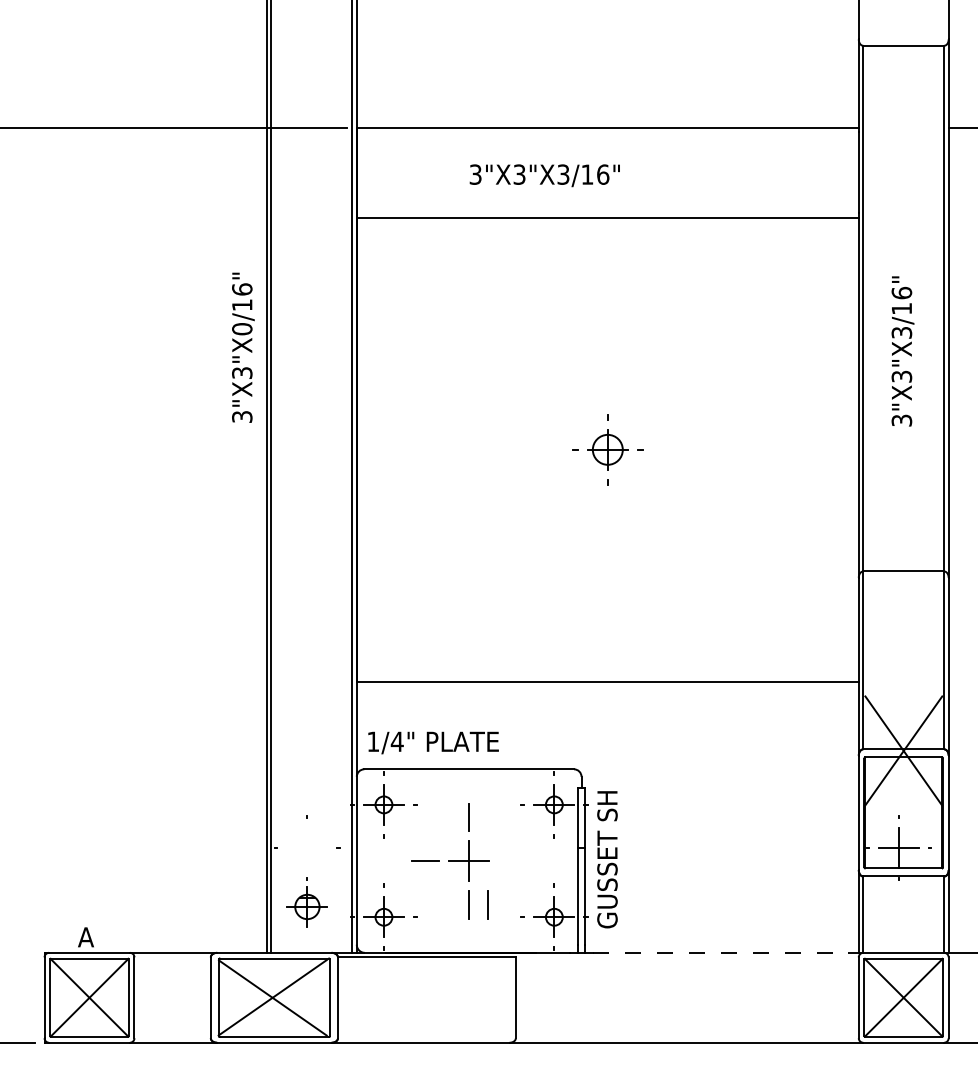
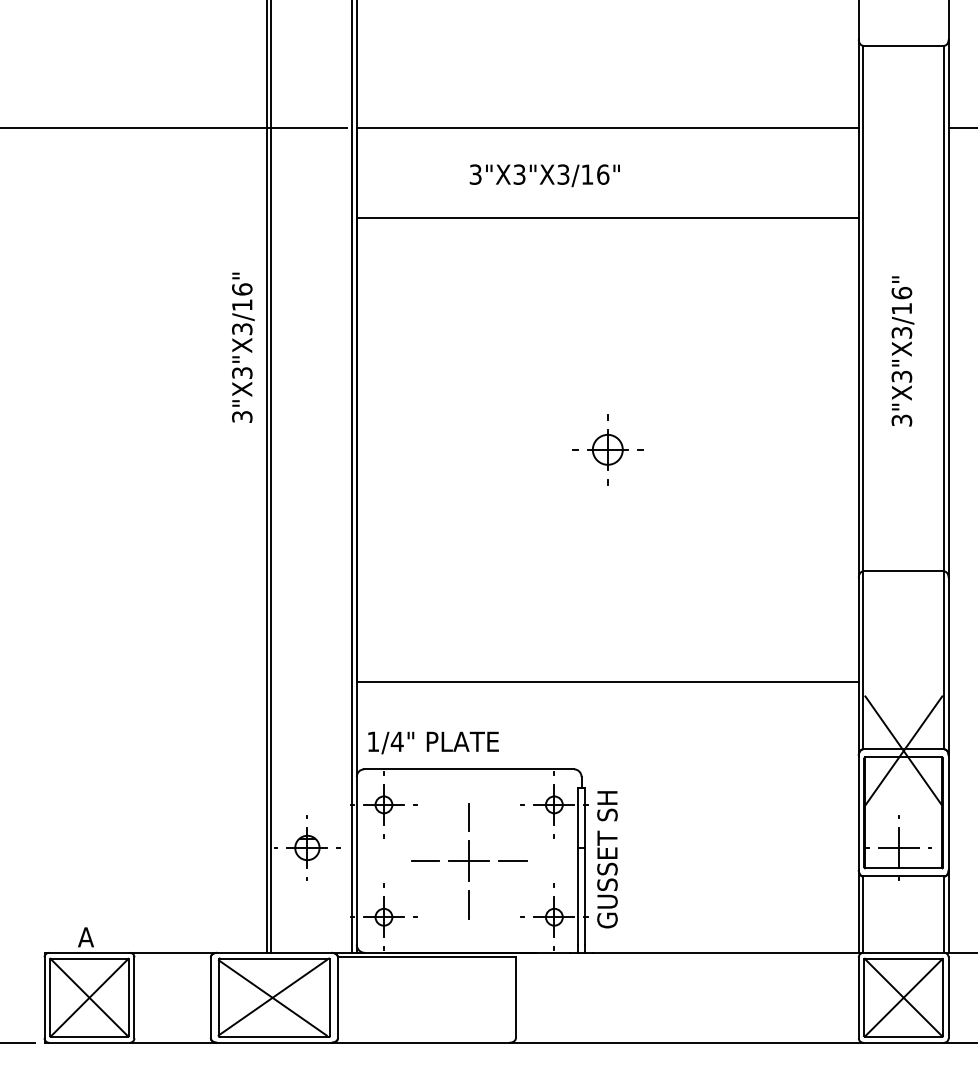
text at (242, 329): 3"X3"X0/16" -> 3"X3"X3/16"
line at (512, 861): none -> present
line at (487, 904): present -> none
part at (306, 906) position: (306, 906) -> (306, 847)
line at (726, 952): dashed -> solid
